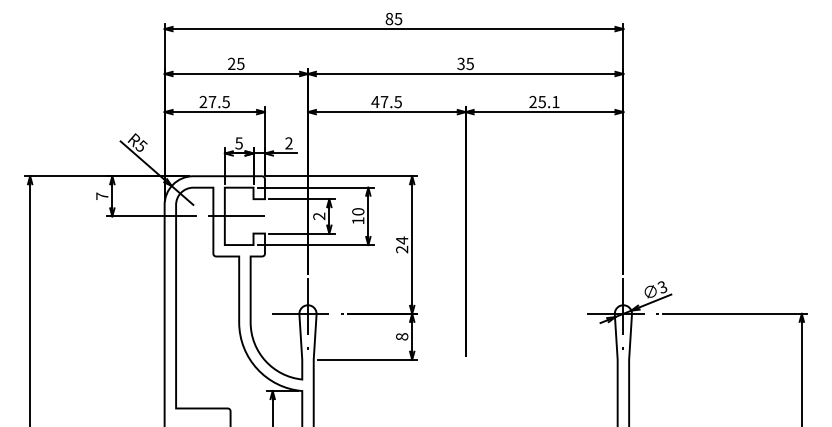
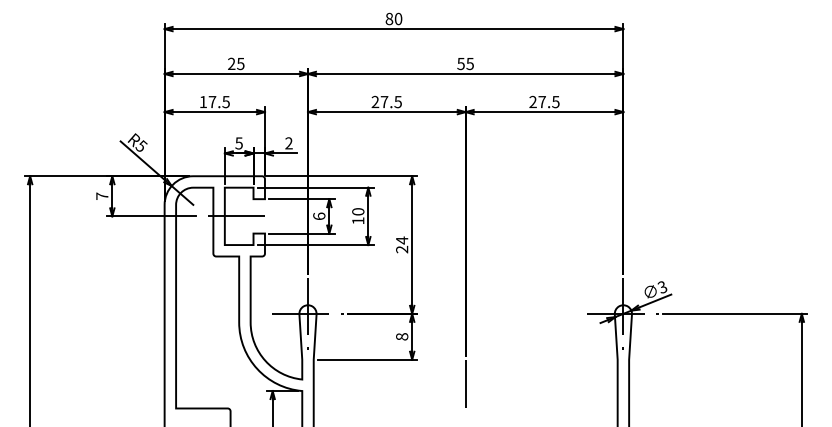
text at (398, 18): 85 -> 80
text at (460, 63): 35 -> 55
text at (203, 101): 27.5 -> 17.5
text at (375, 101): 47.5 -> 27.5
text at (548, 102): 25.1 -> 27.5
text at (319, 216): 2 -> 6
line at (465, 383): none -> present
